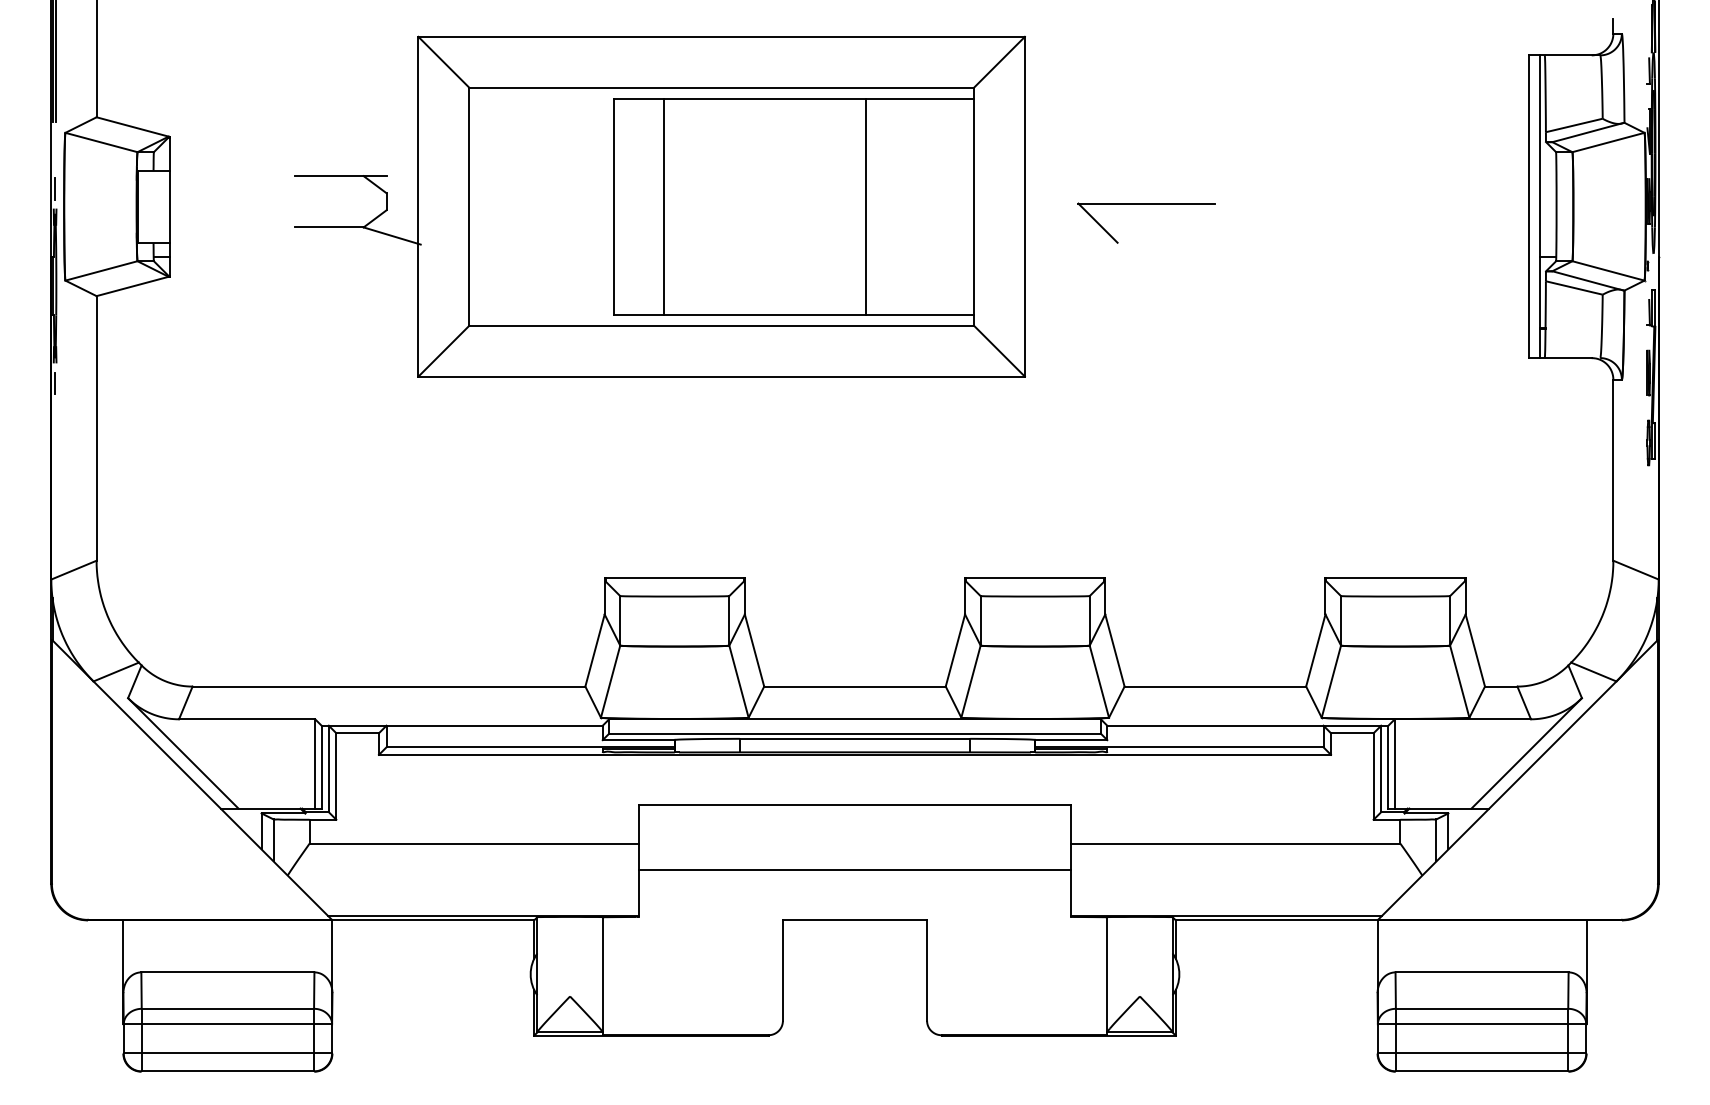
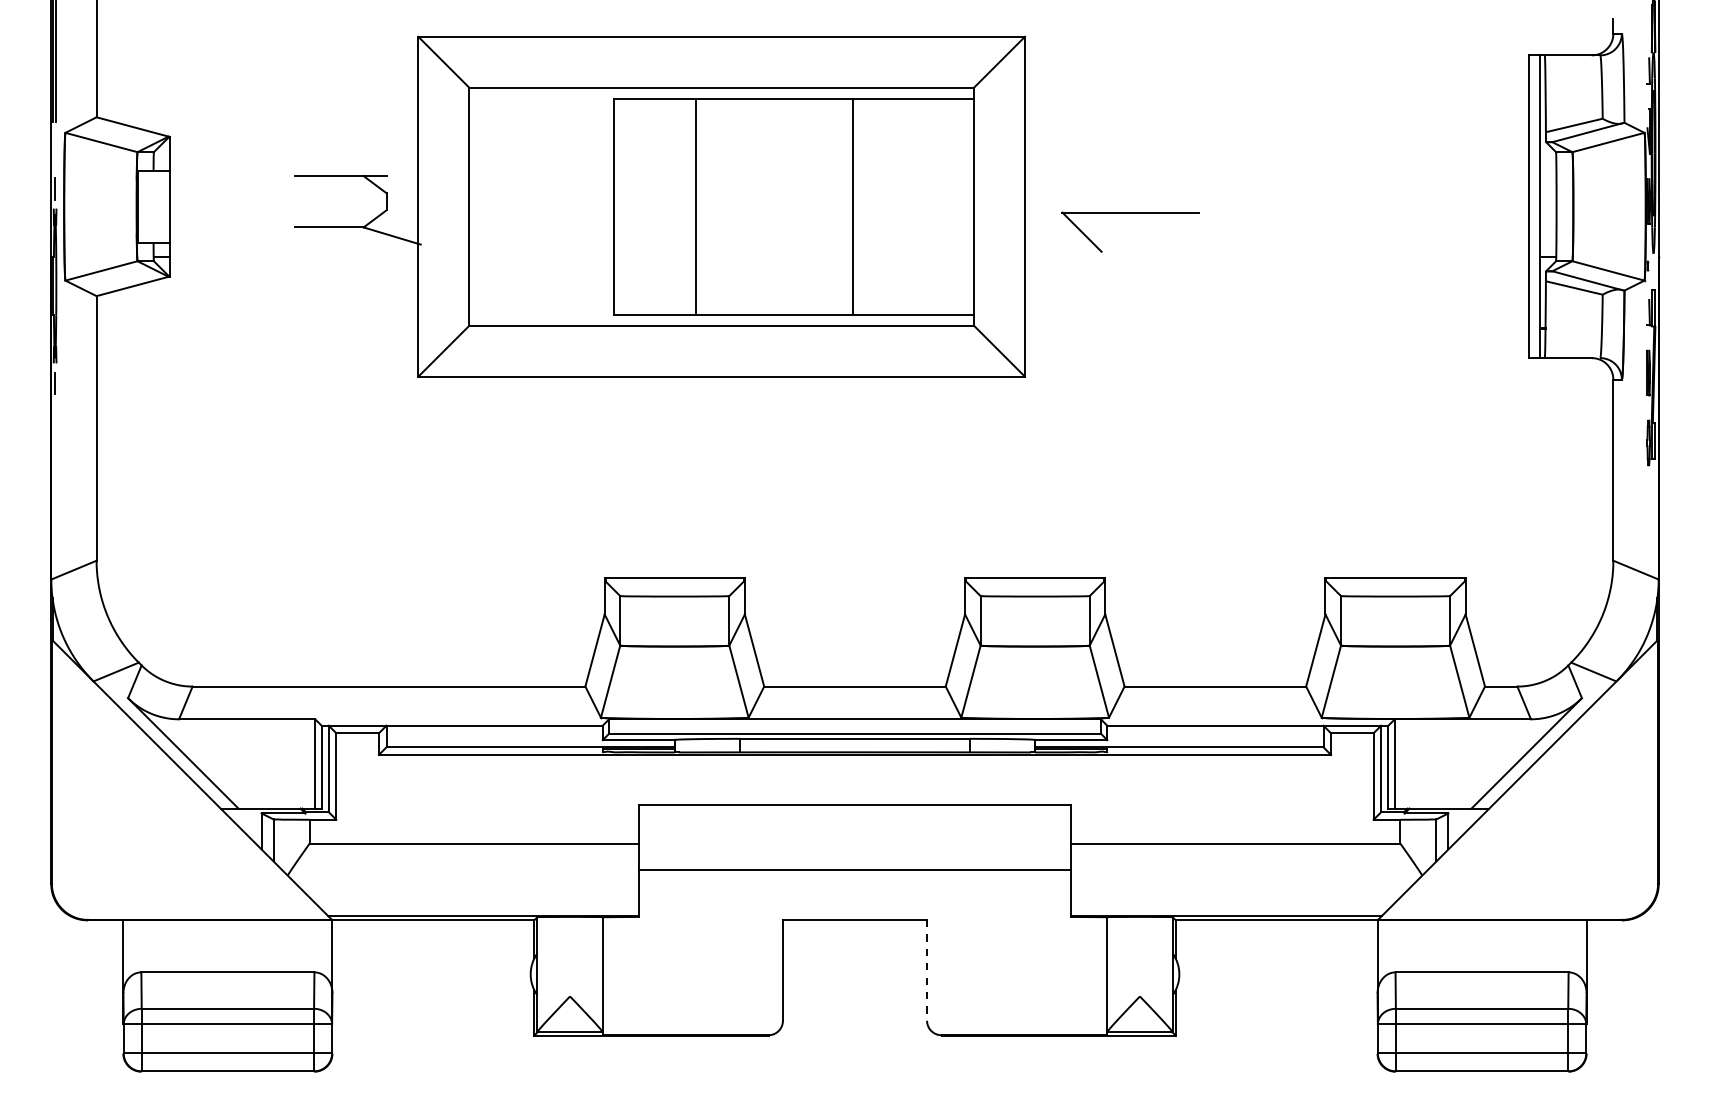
part at (1146, 204) position: (1146, 204) -> (1130, 213)
line at (664, 206) position: (664, 206) -> (696, 206)
line at (865, 206) position: (865, 206) -> (852, 206)
line at (927, 970): solid -> dashed
